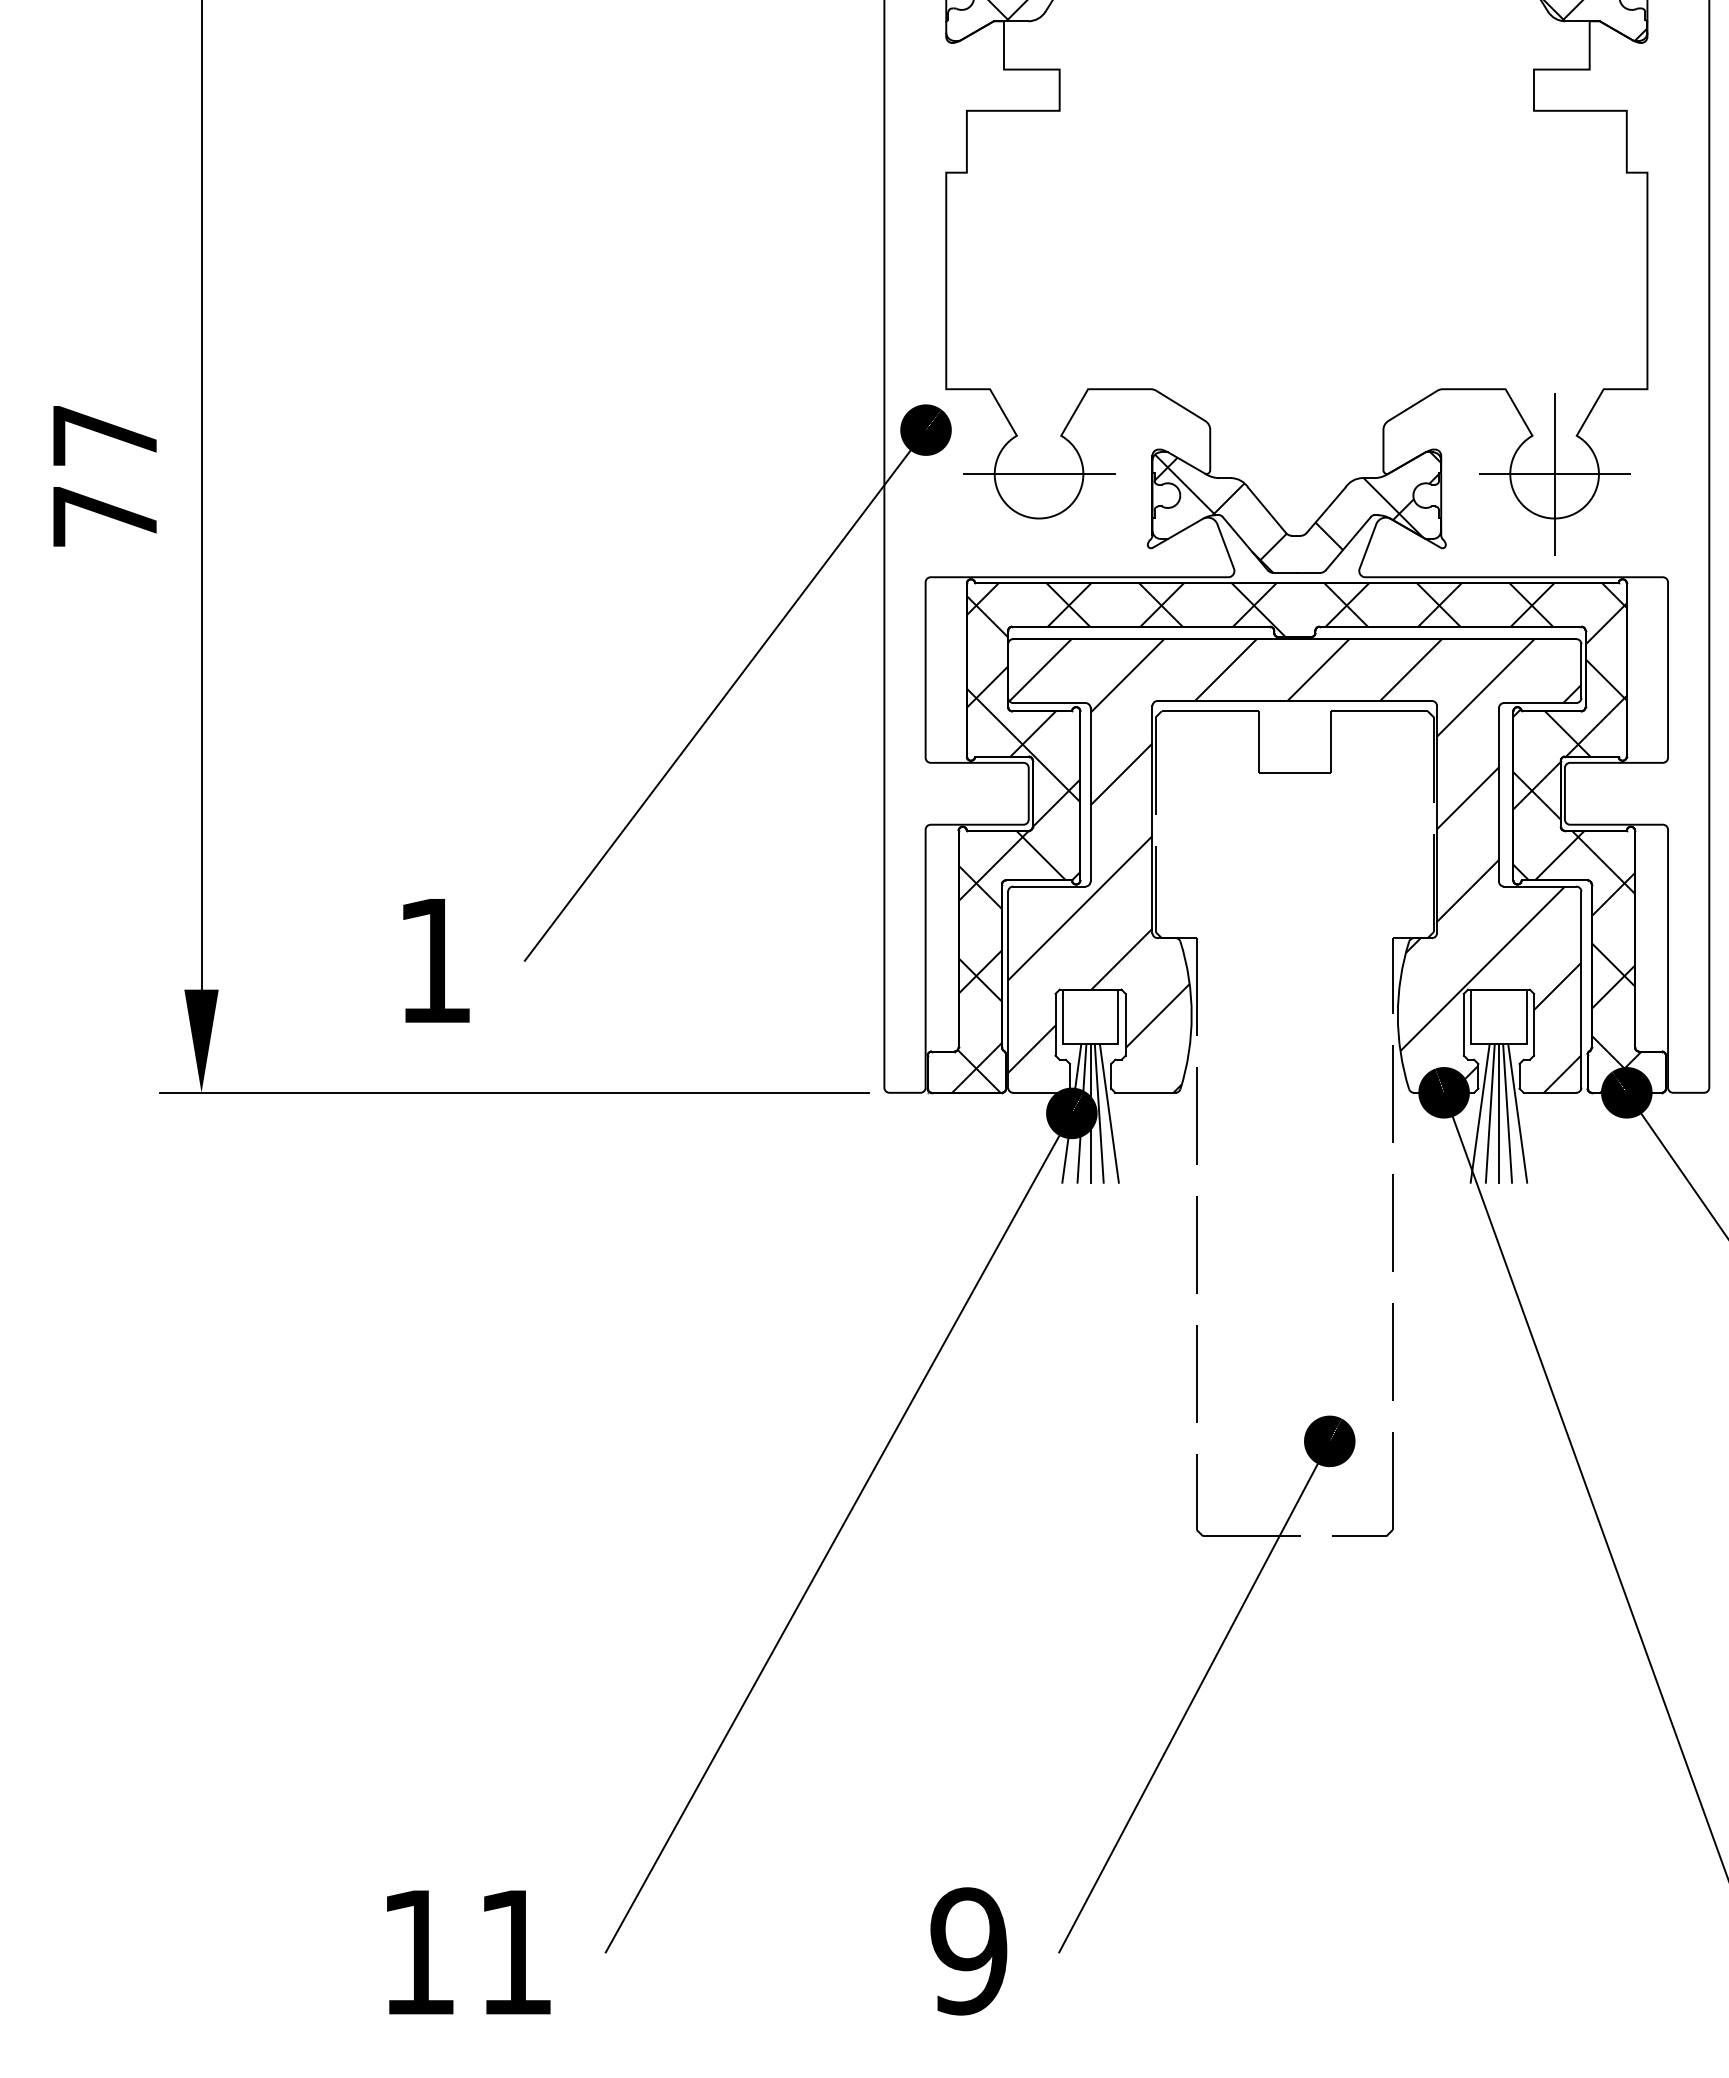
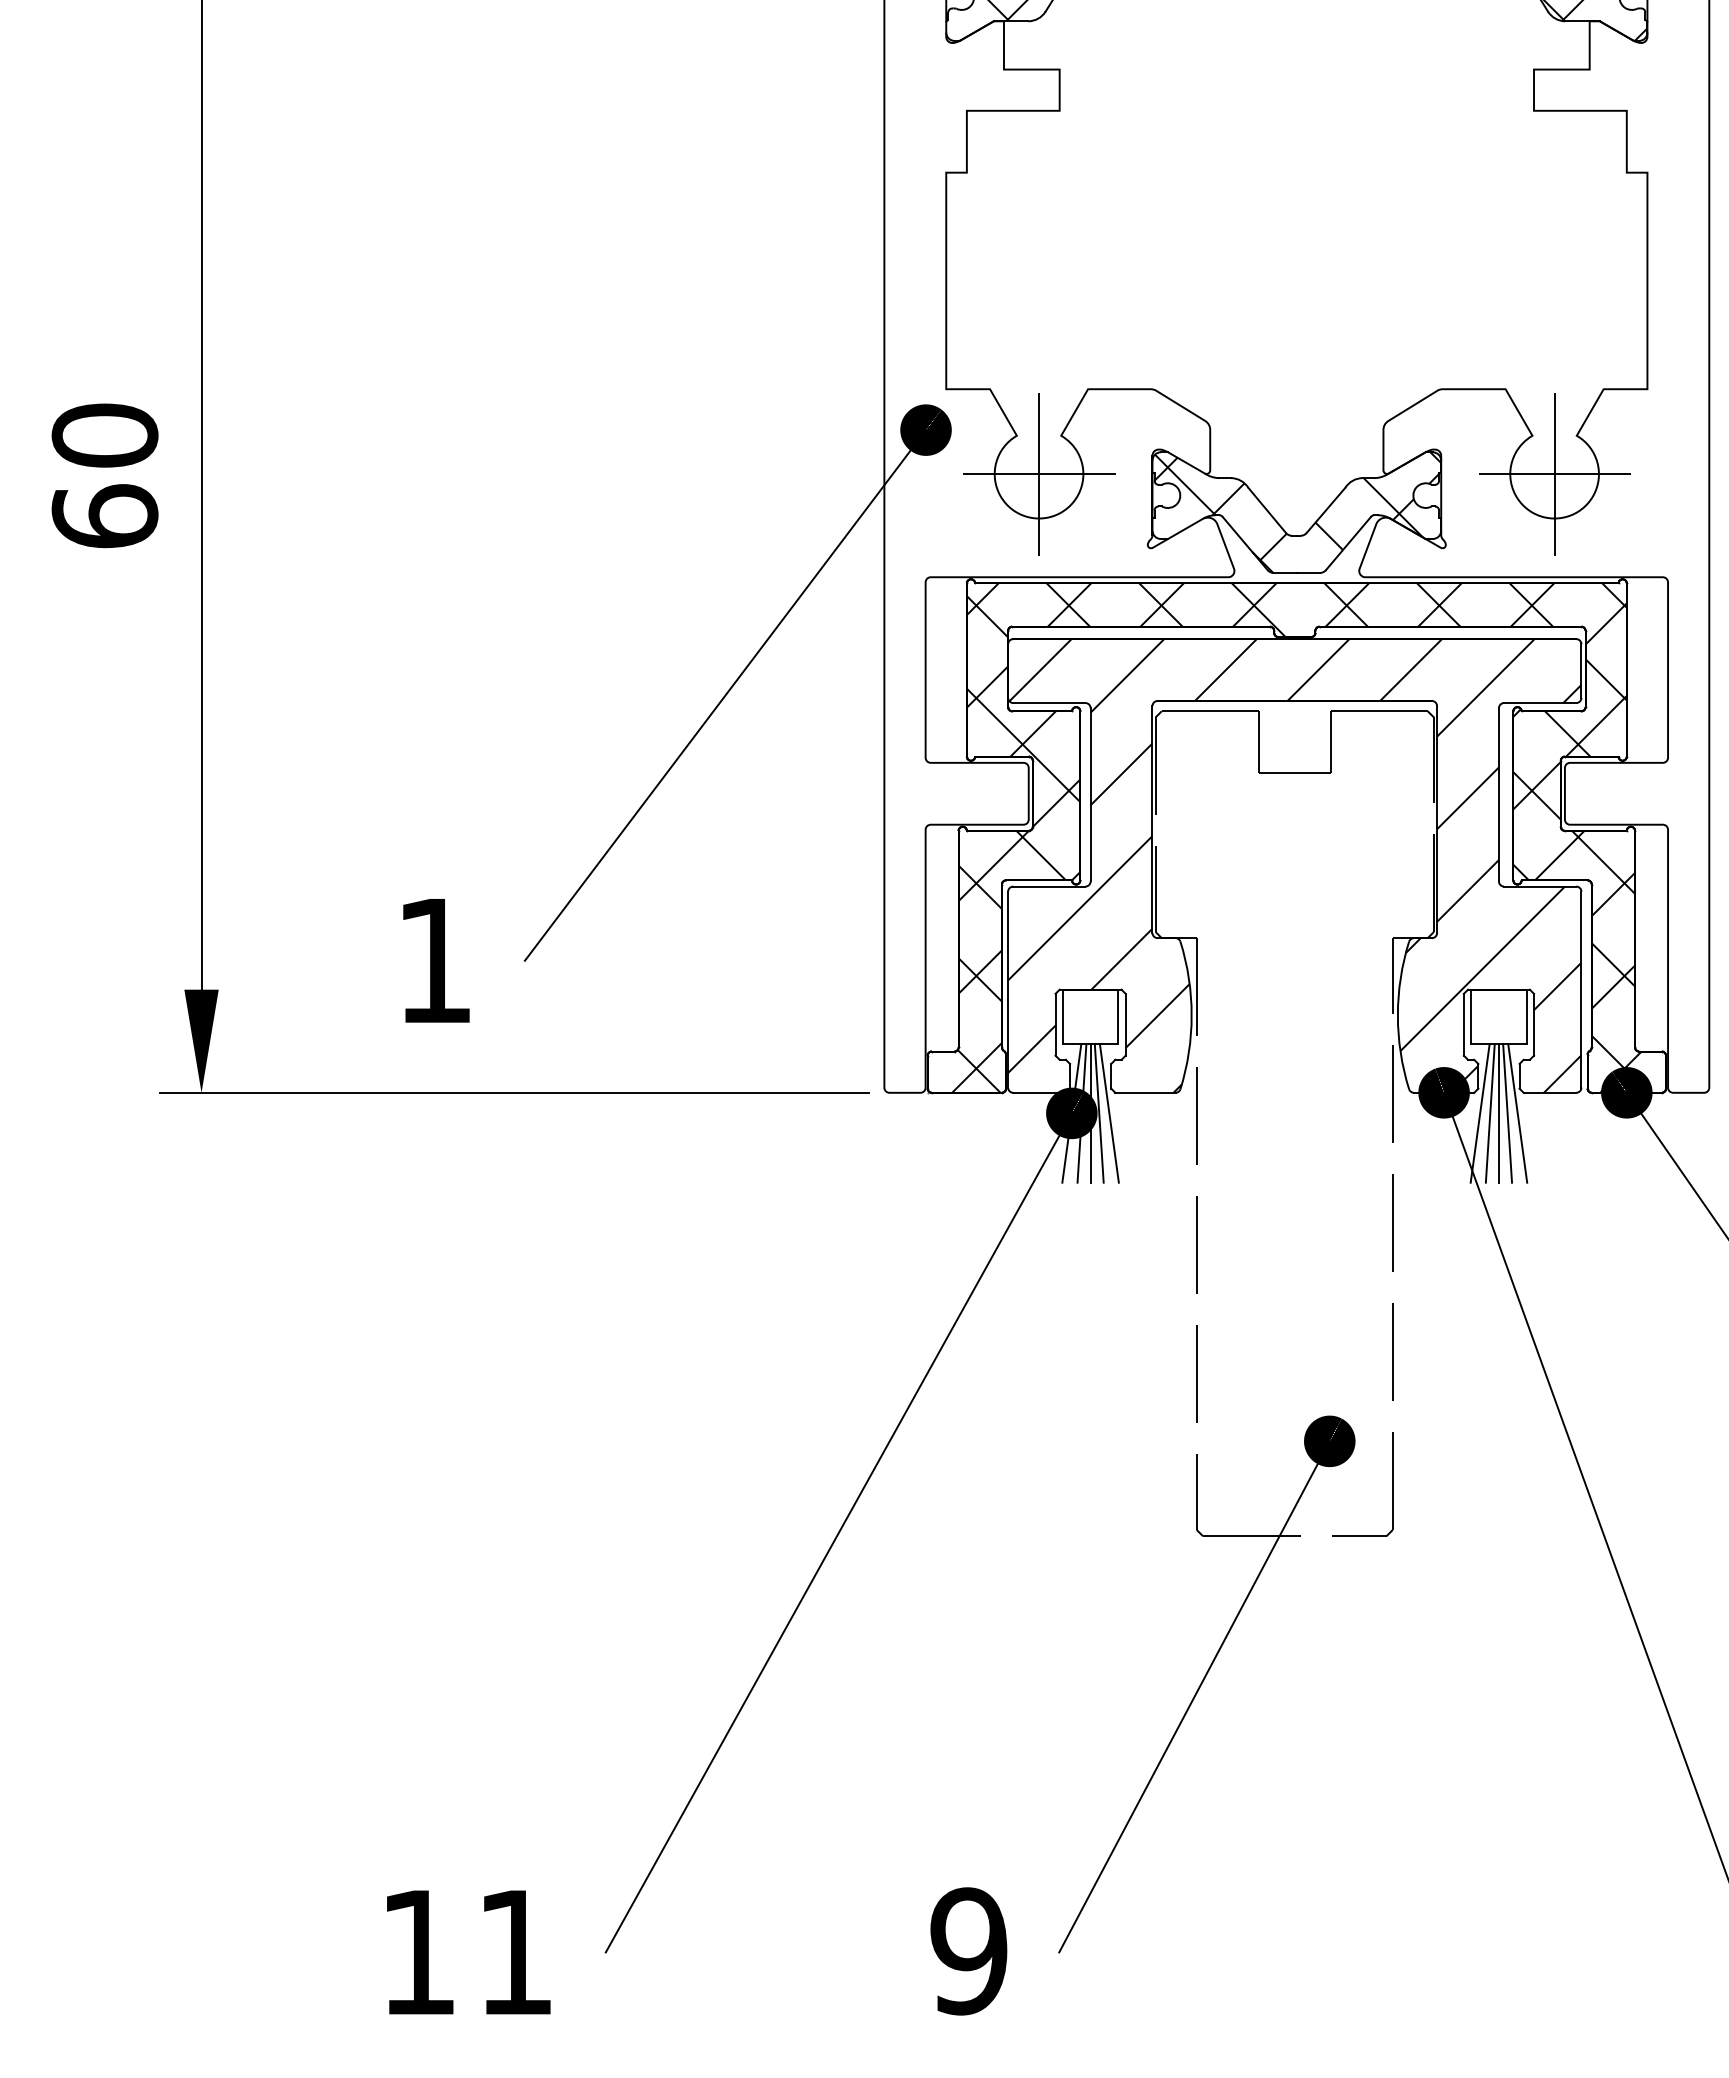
line at (1039, 473): none -> present
text at (104, 475): 77 -> 60
